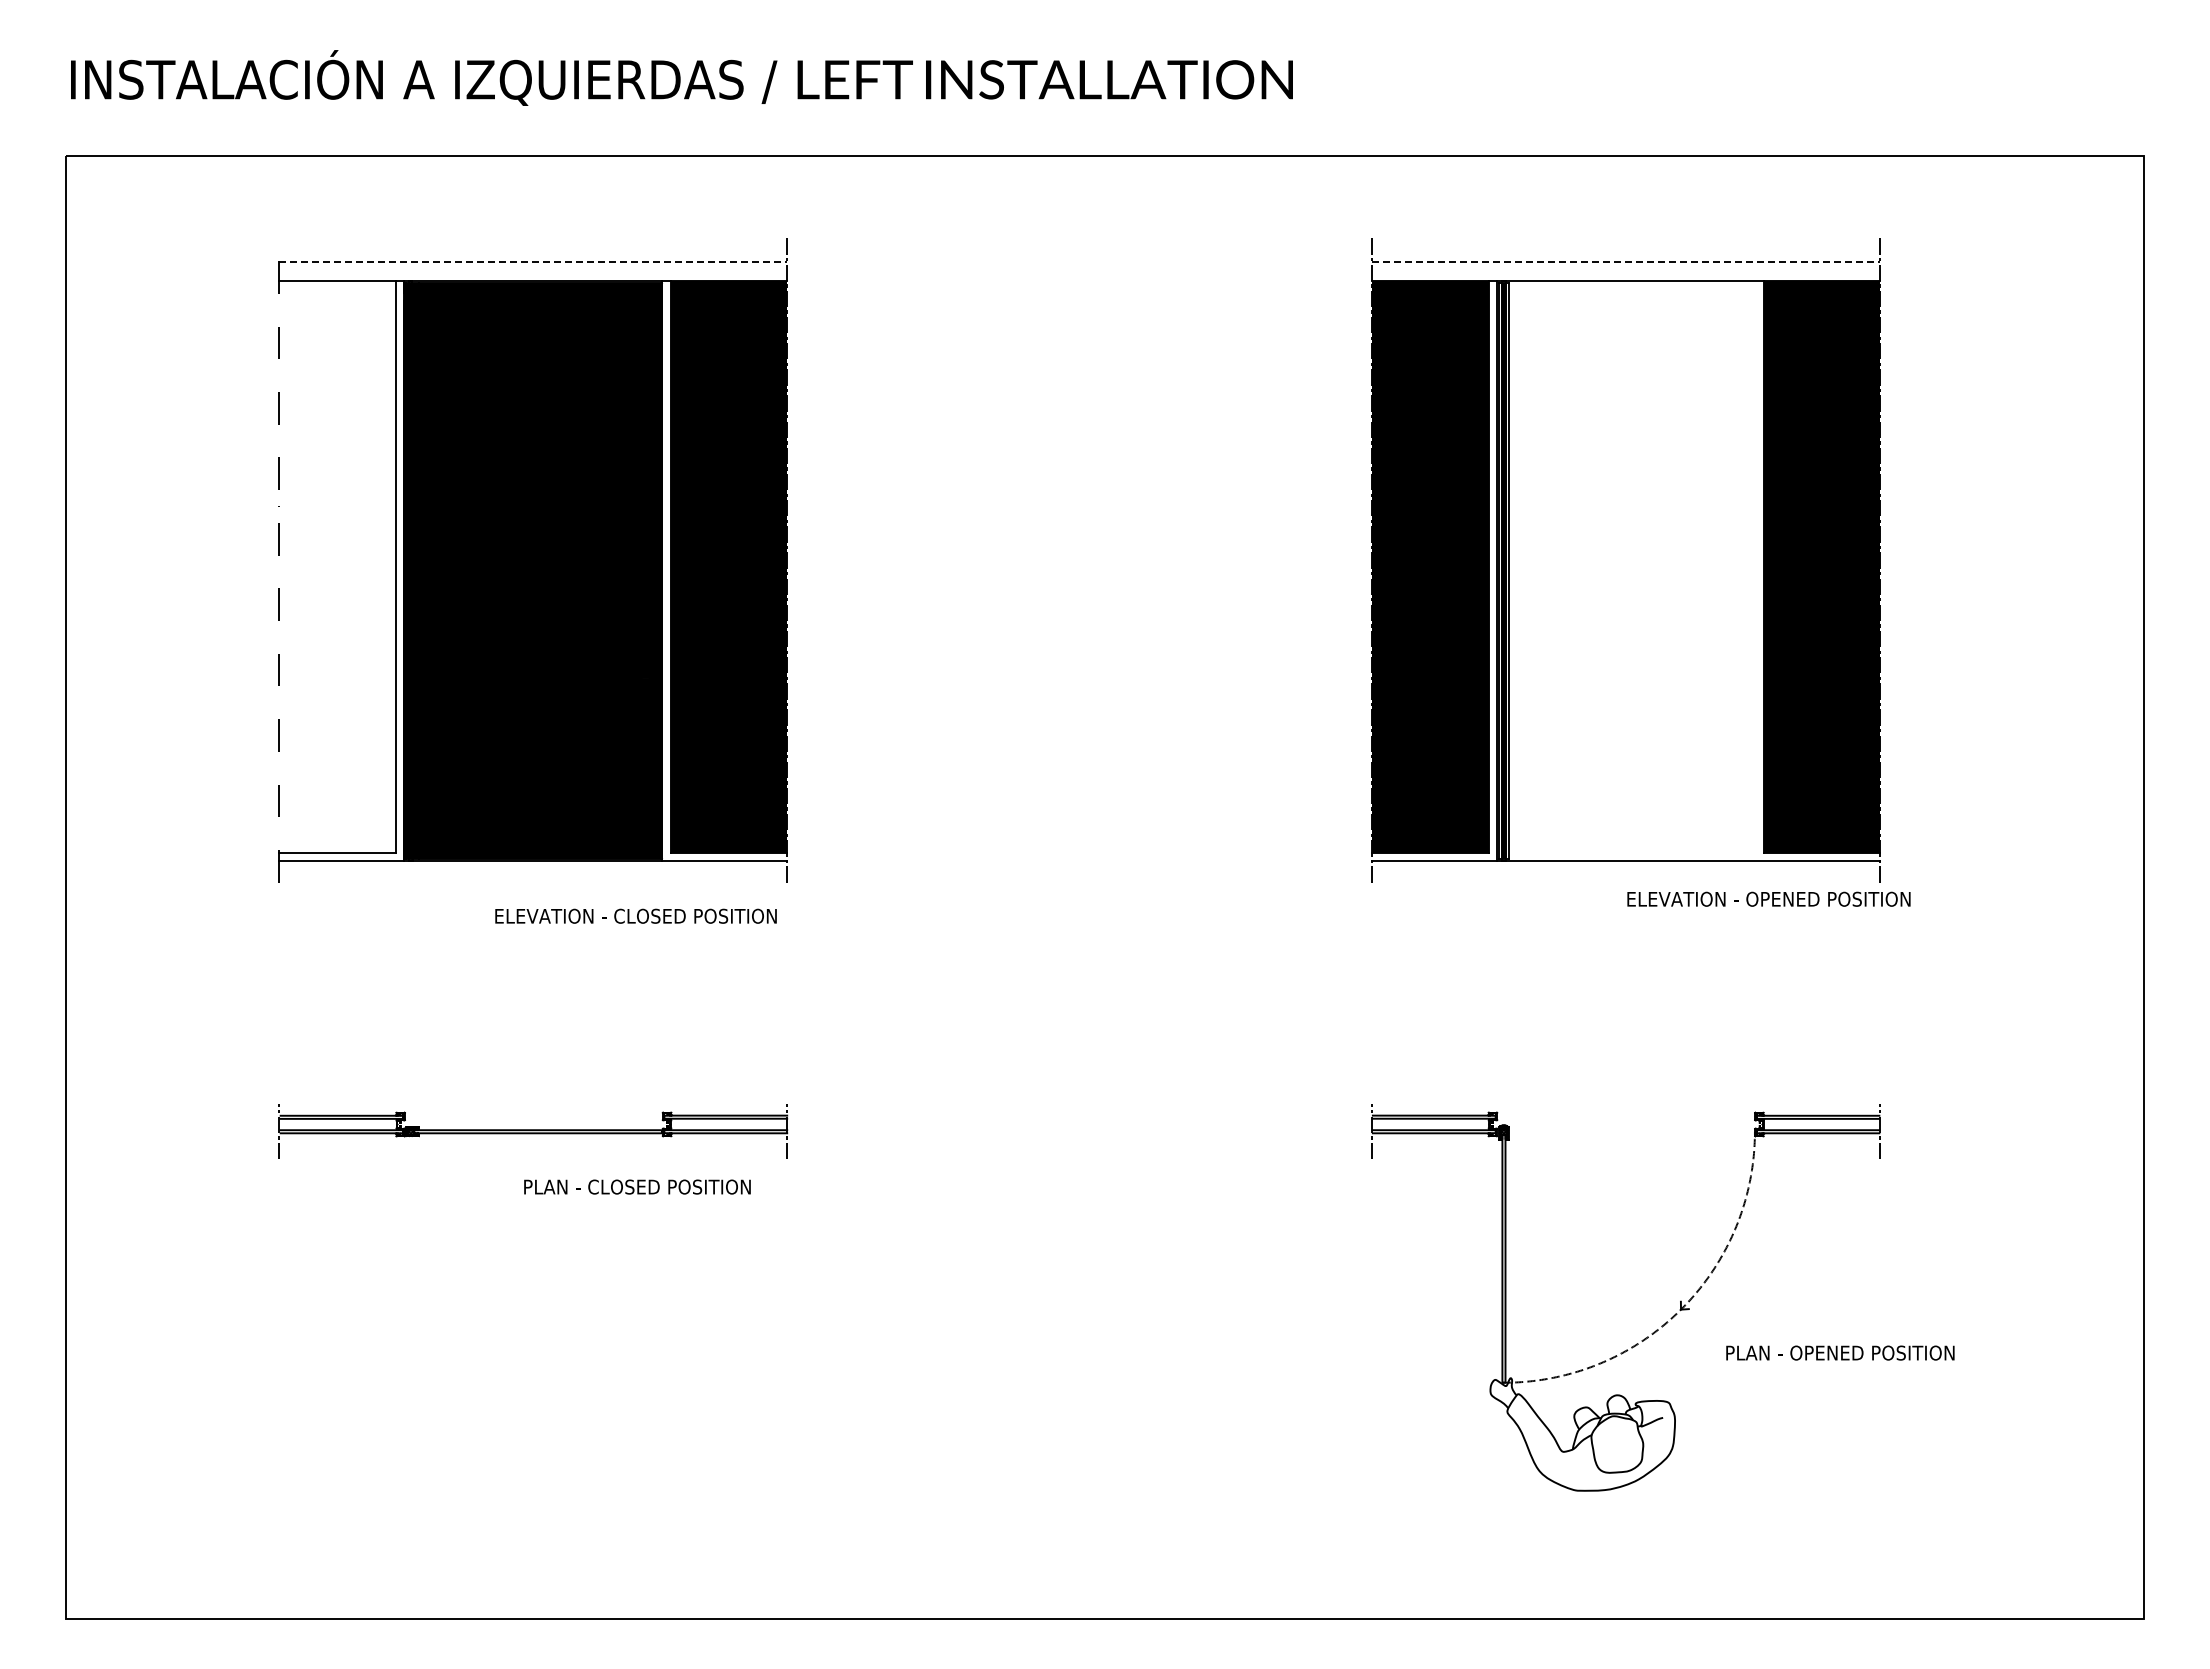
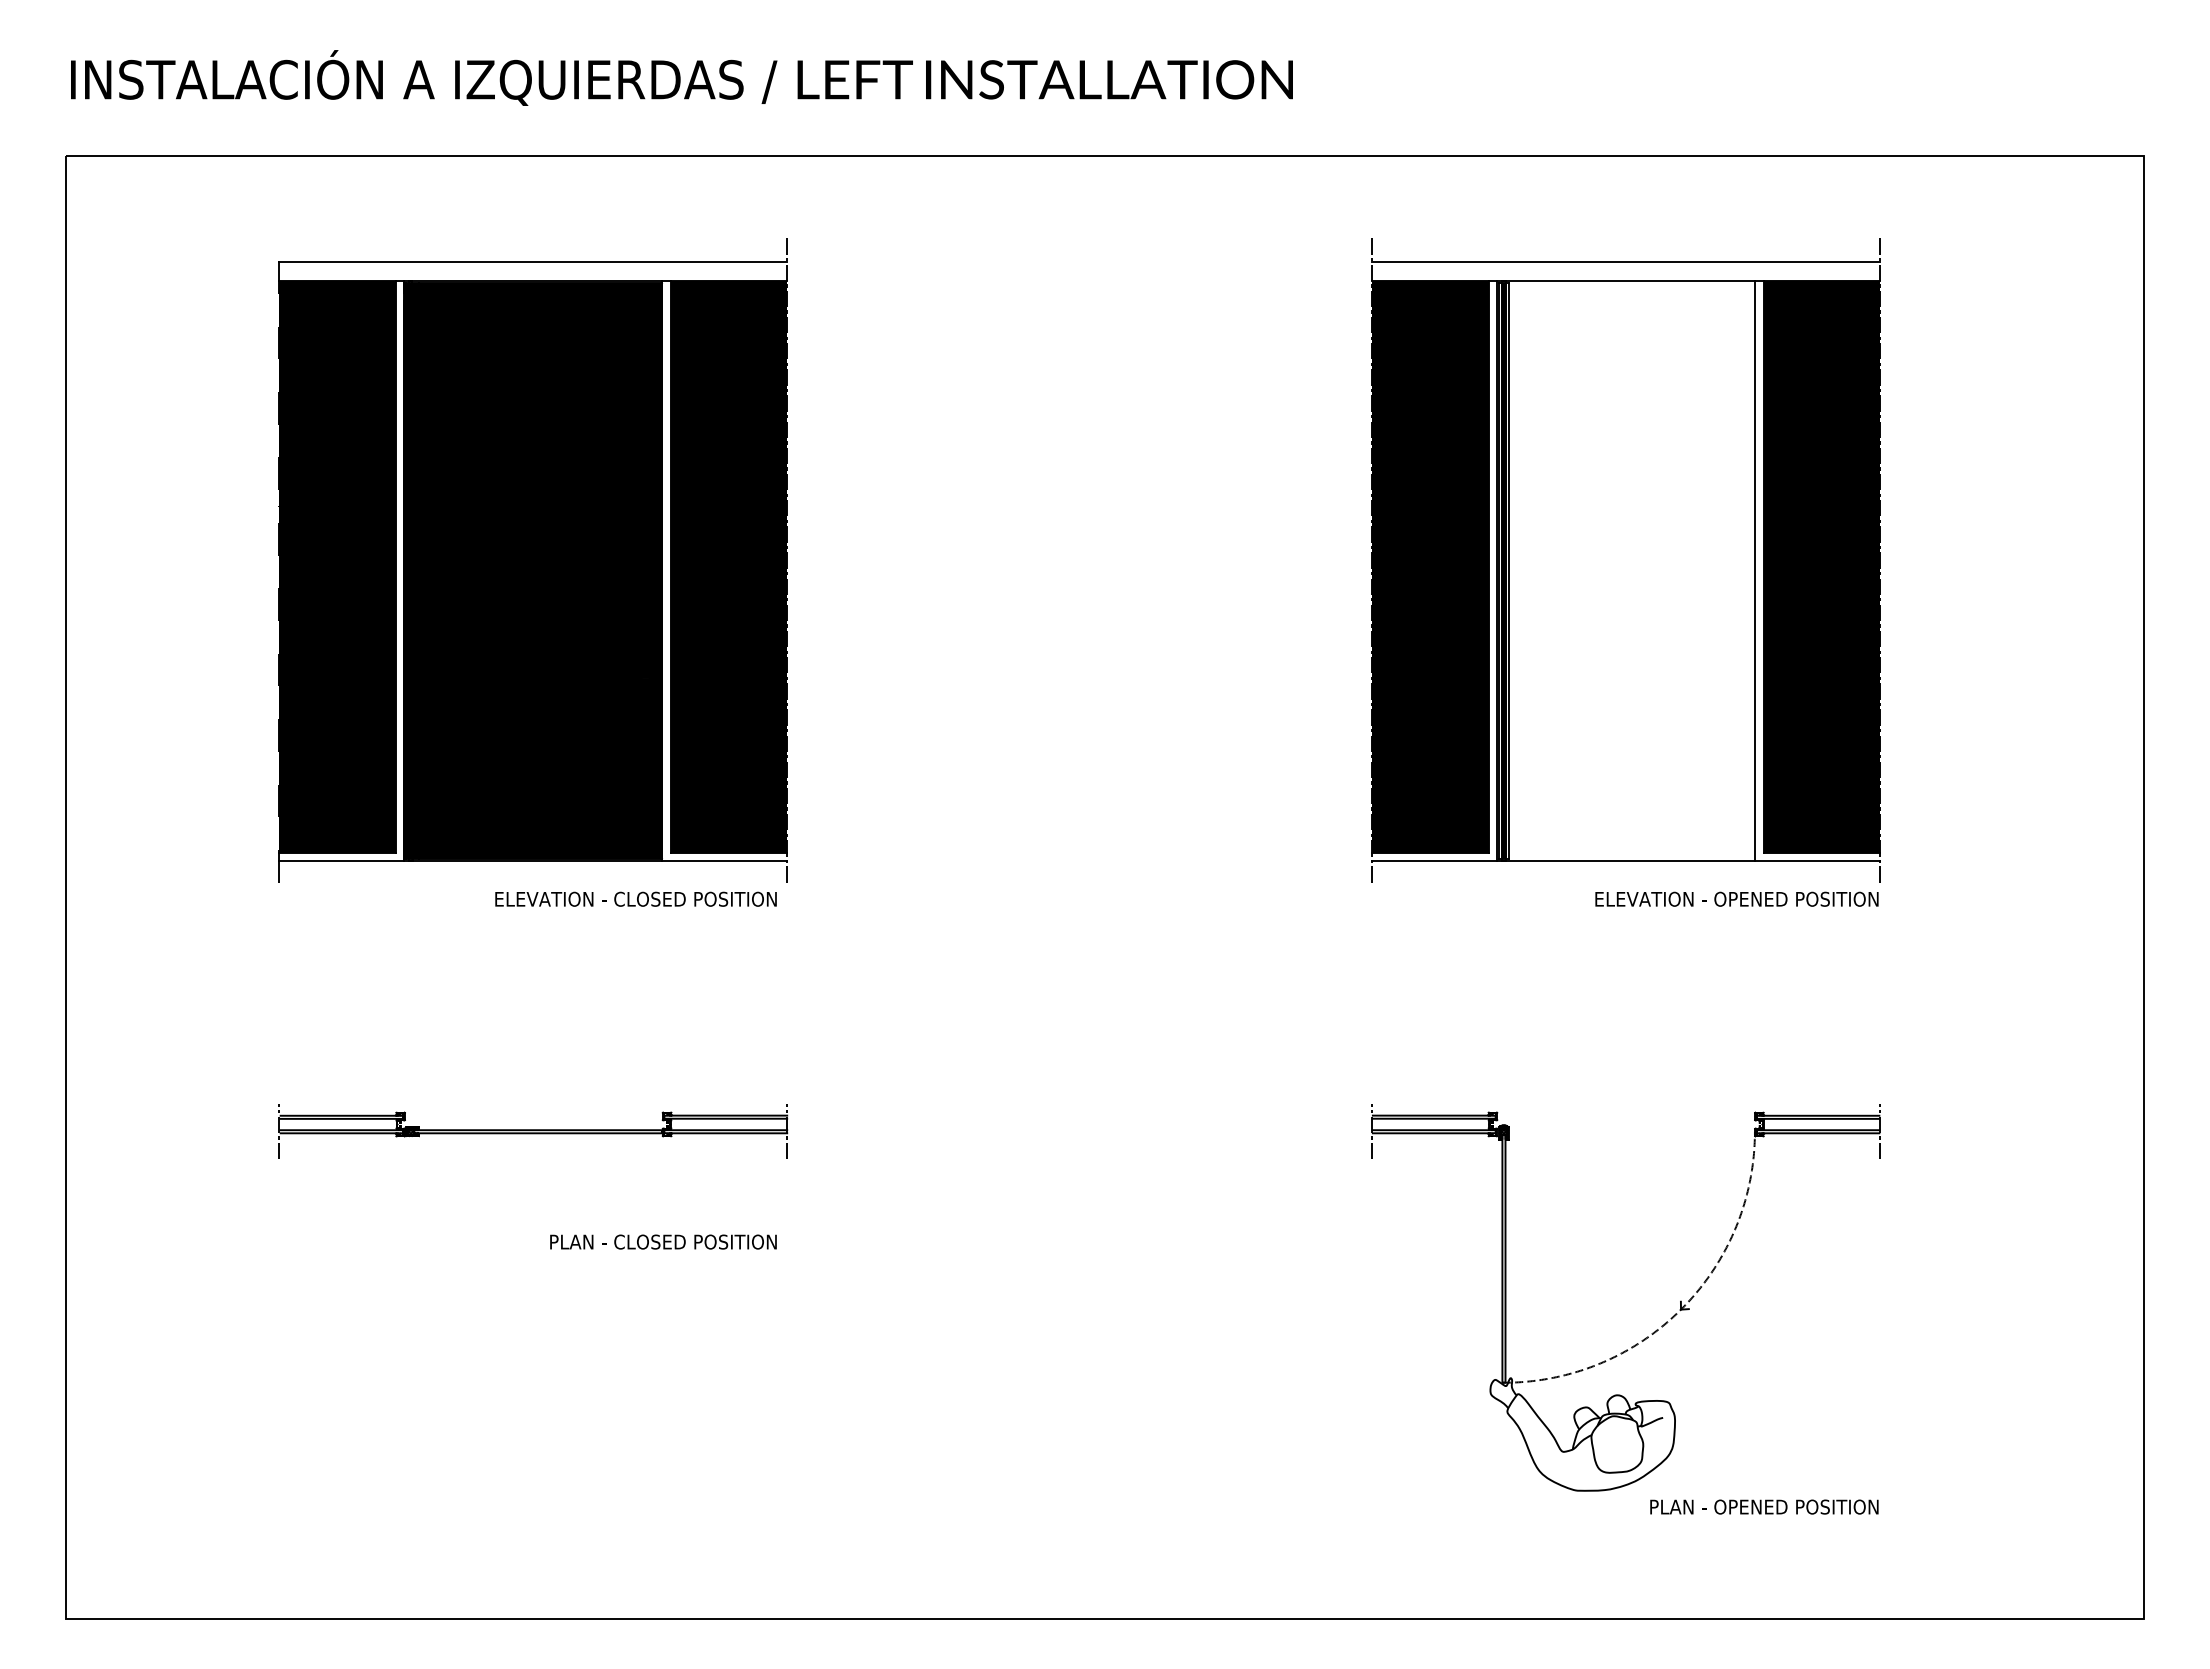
line at (533, 262): dashed -> solid
line at (1626, 262): dashed -> solid
fill at (337, 566): none -> present
line at (1755, 570): none -> present
text at (1768, 898) position: (1768, 898) -> (1736, 898)
text at (635, 915) position: (635, 915) -> (635, 898)
text at (637, 1186) position: (637, 1186) -> (663, 1241)
text at (1840, 1352) position: (1840, 1352) -> (1764, 1506)
